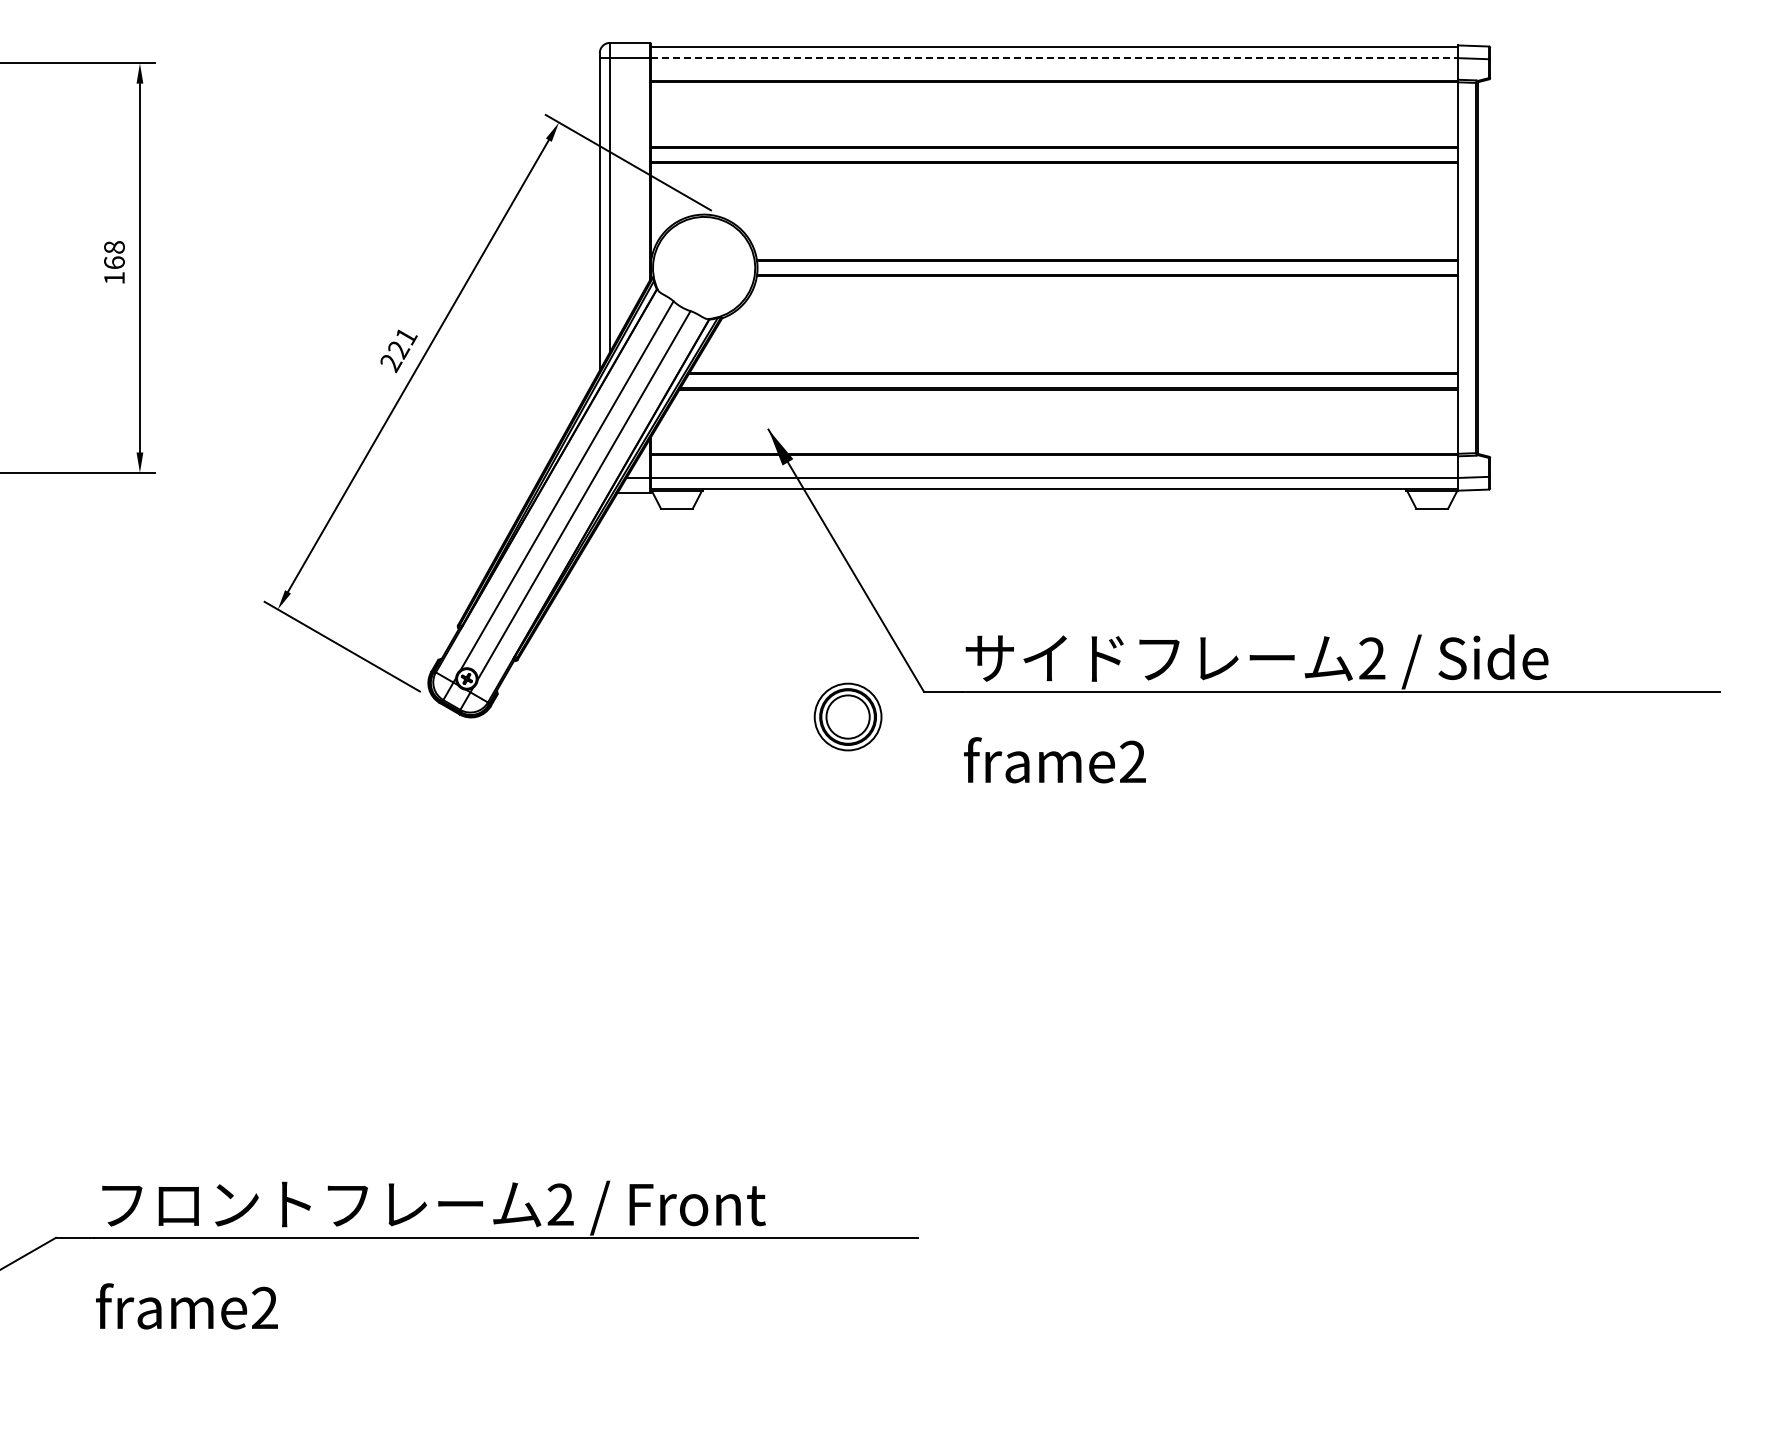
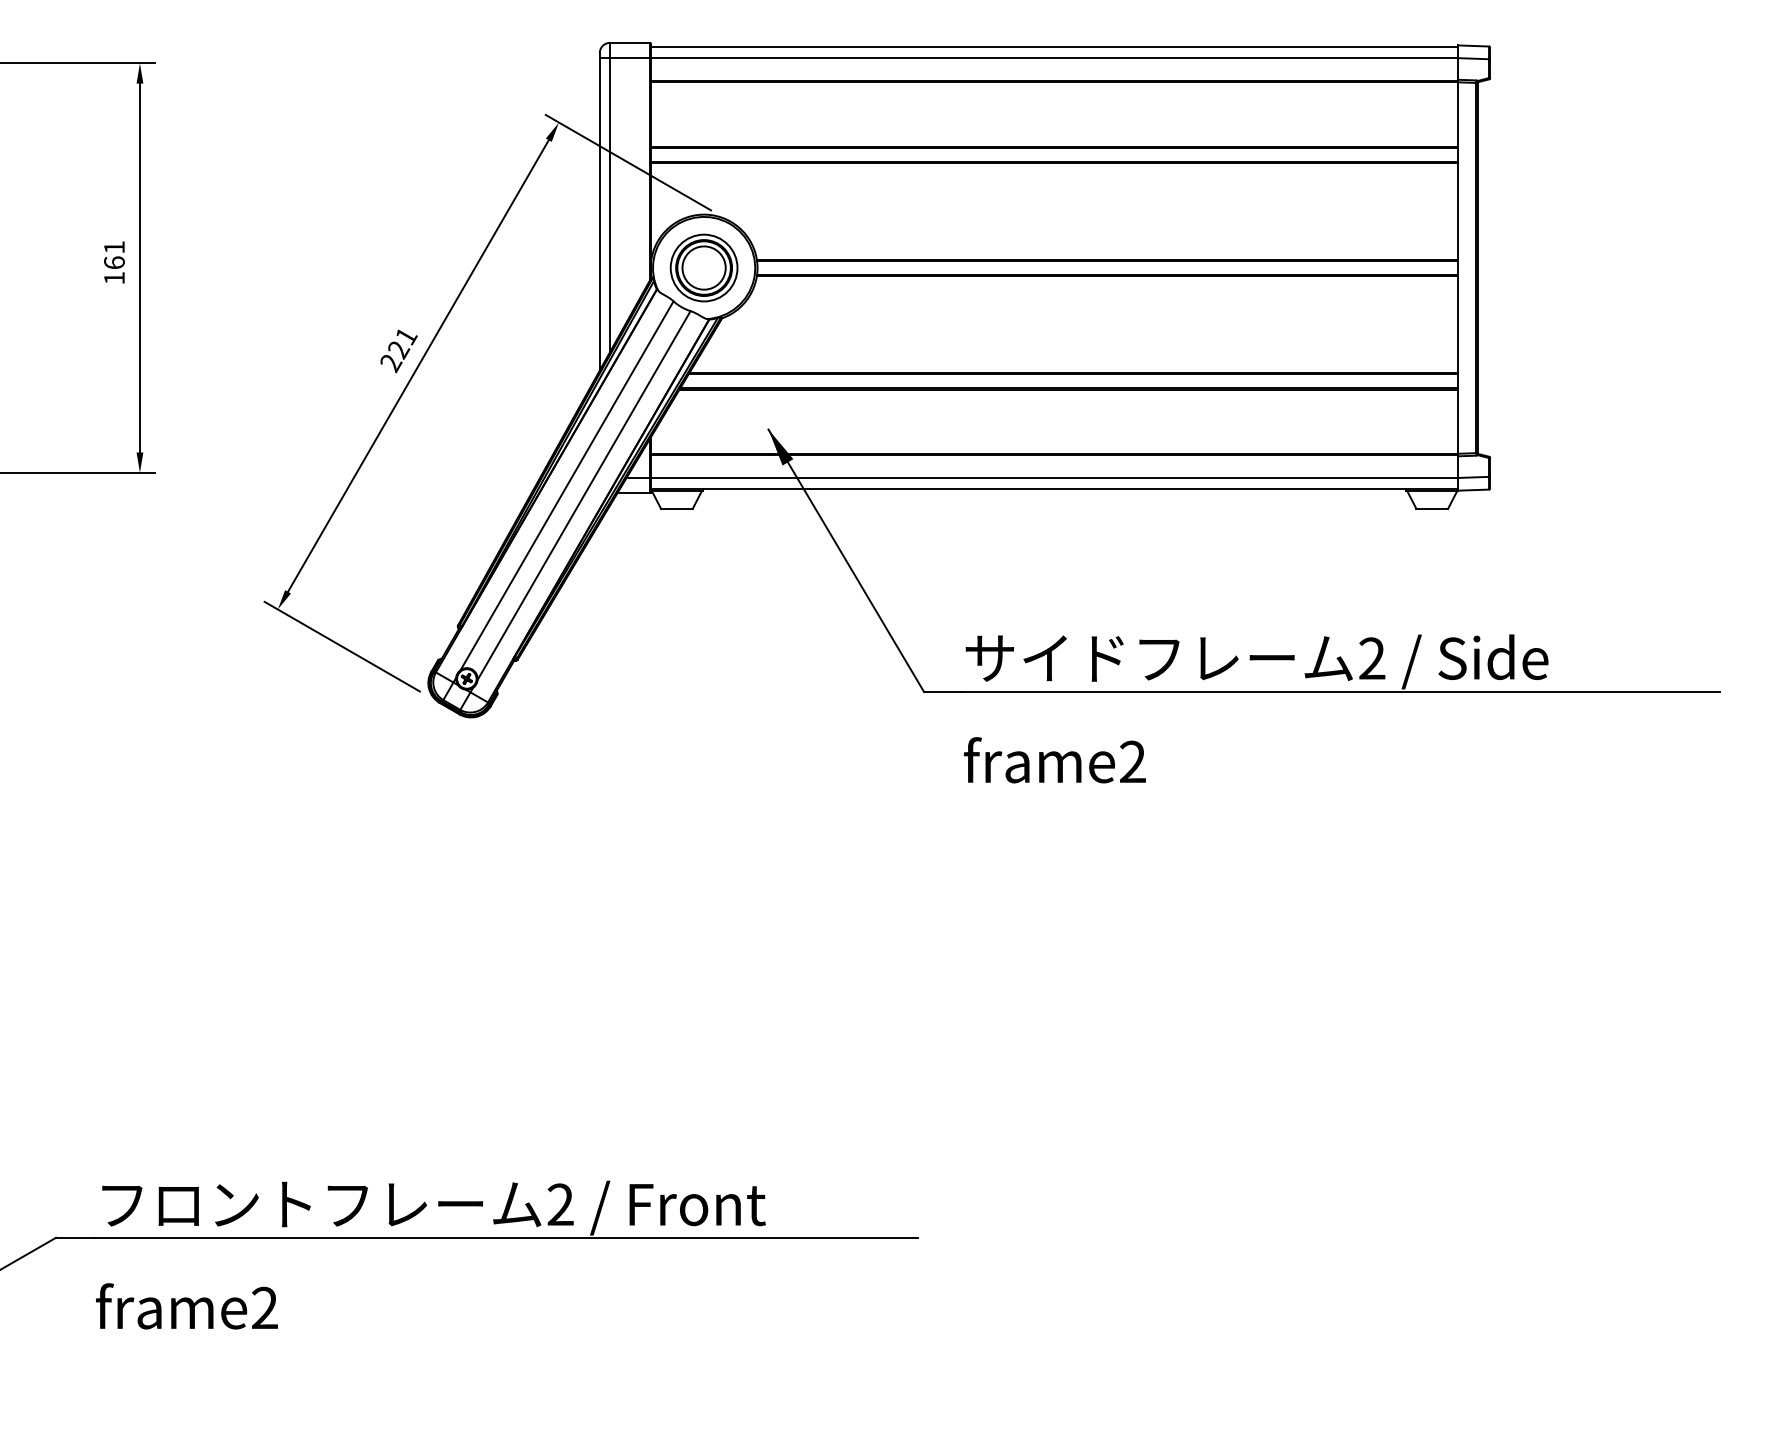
line at (1054, 58): dashed -> solid
text at (114, 247): 168 -> 161
part at (847, 716) position: (847, 716) -> (703, 267)
